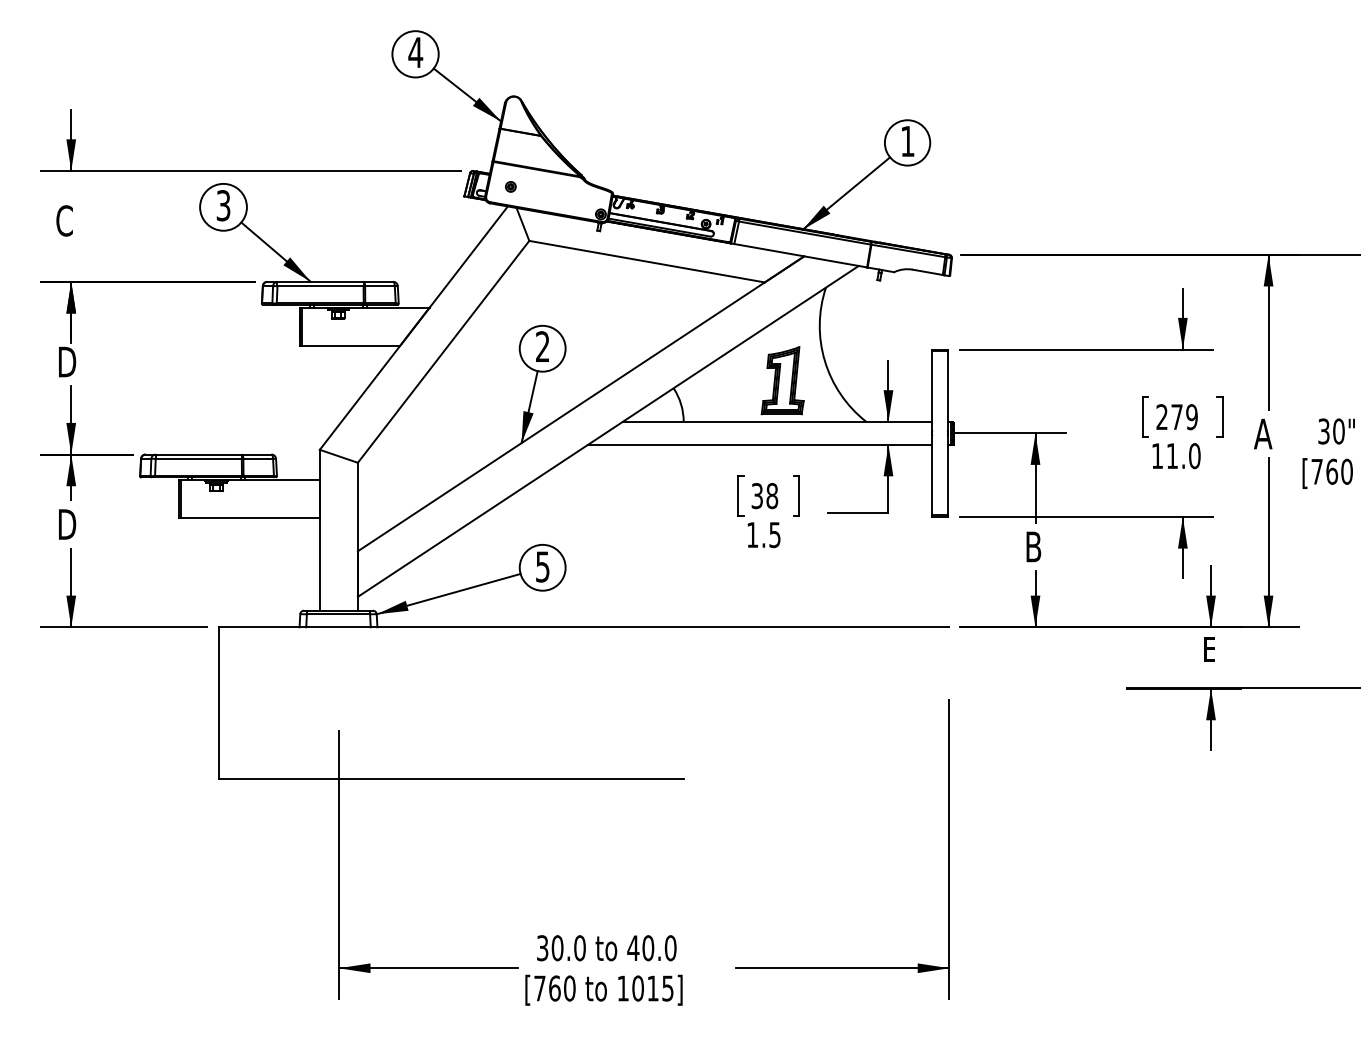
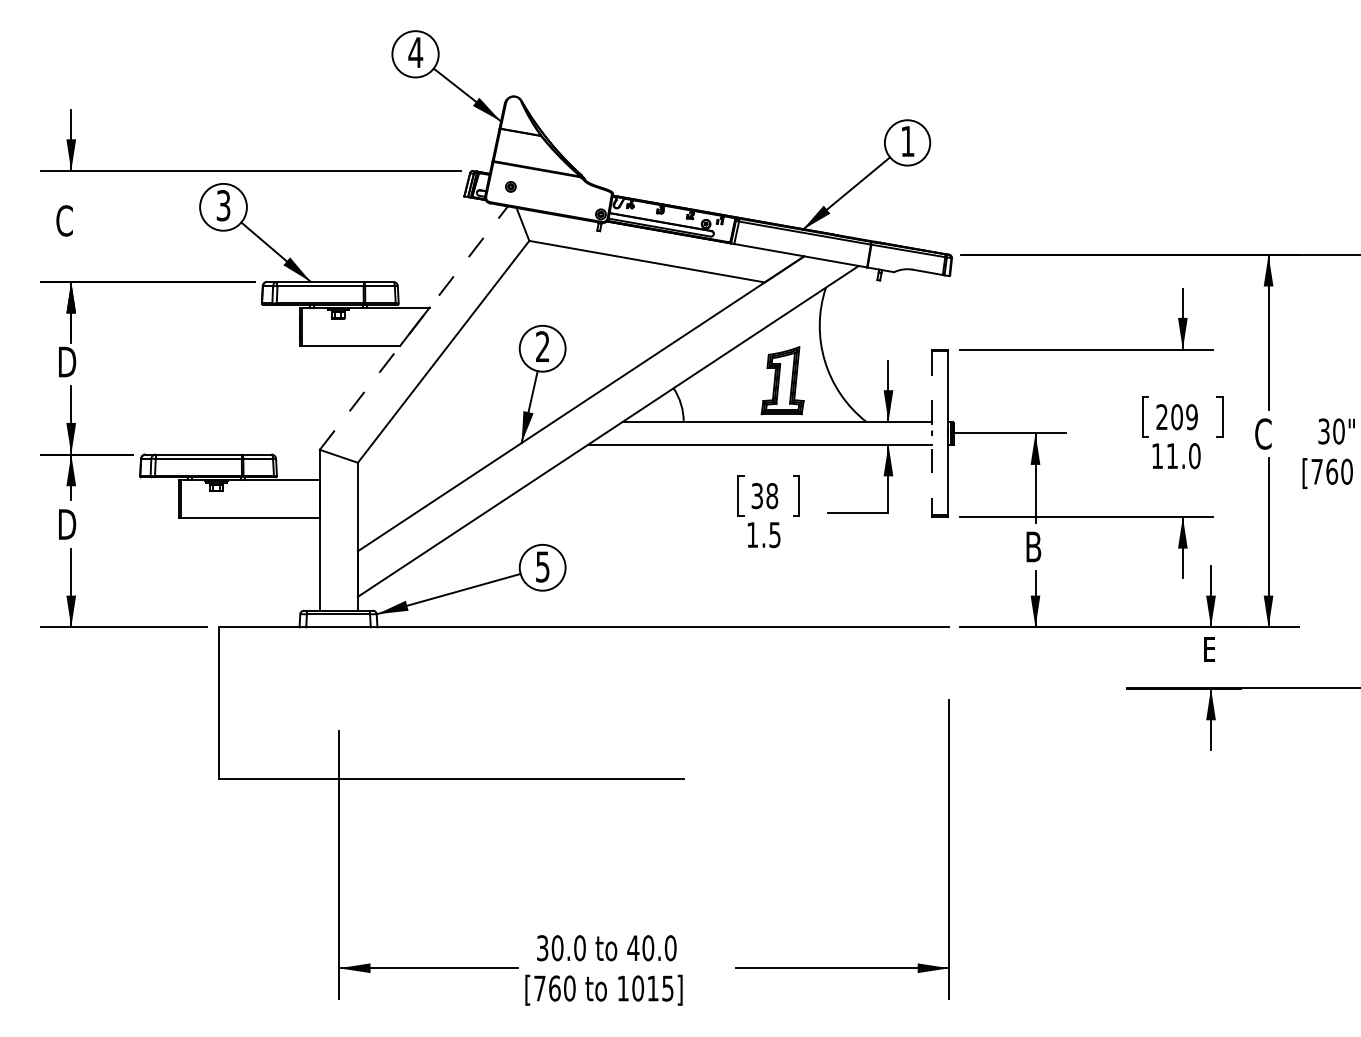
line at (413, 328): solid -> dashed
text at (1176, 417): 279 -> 209
line at (932, 433): solid -> dashed
text at (1263, 433): A -> C
